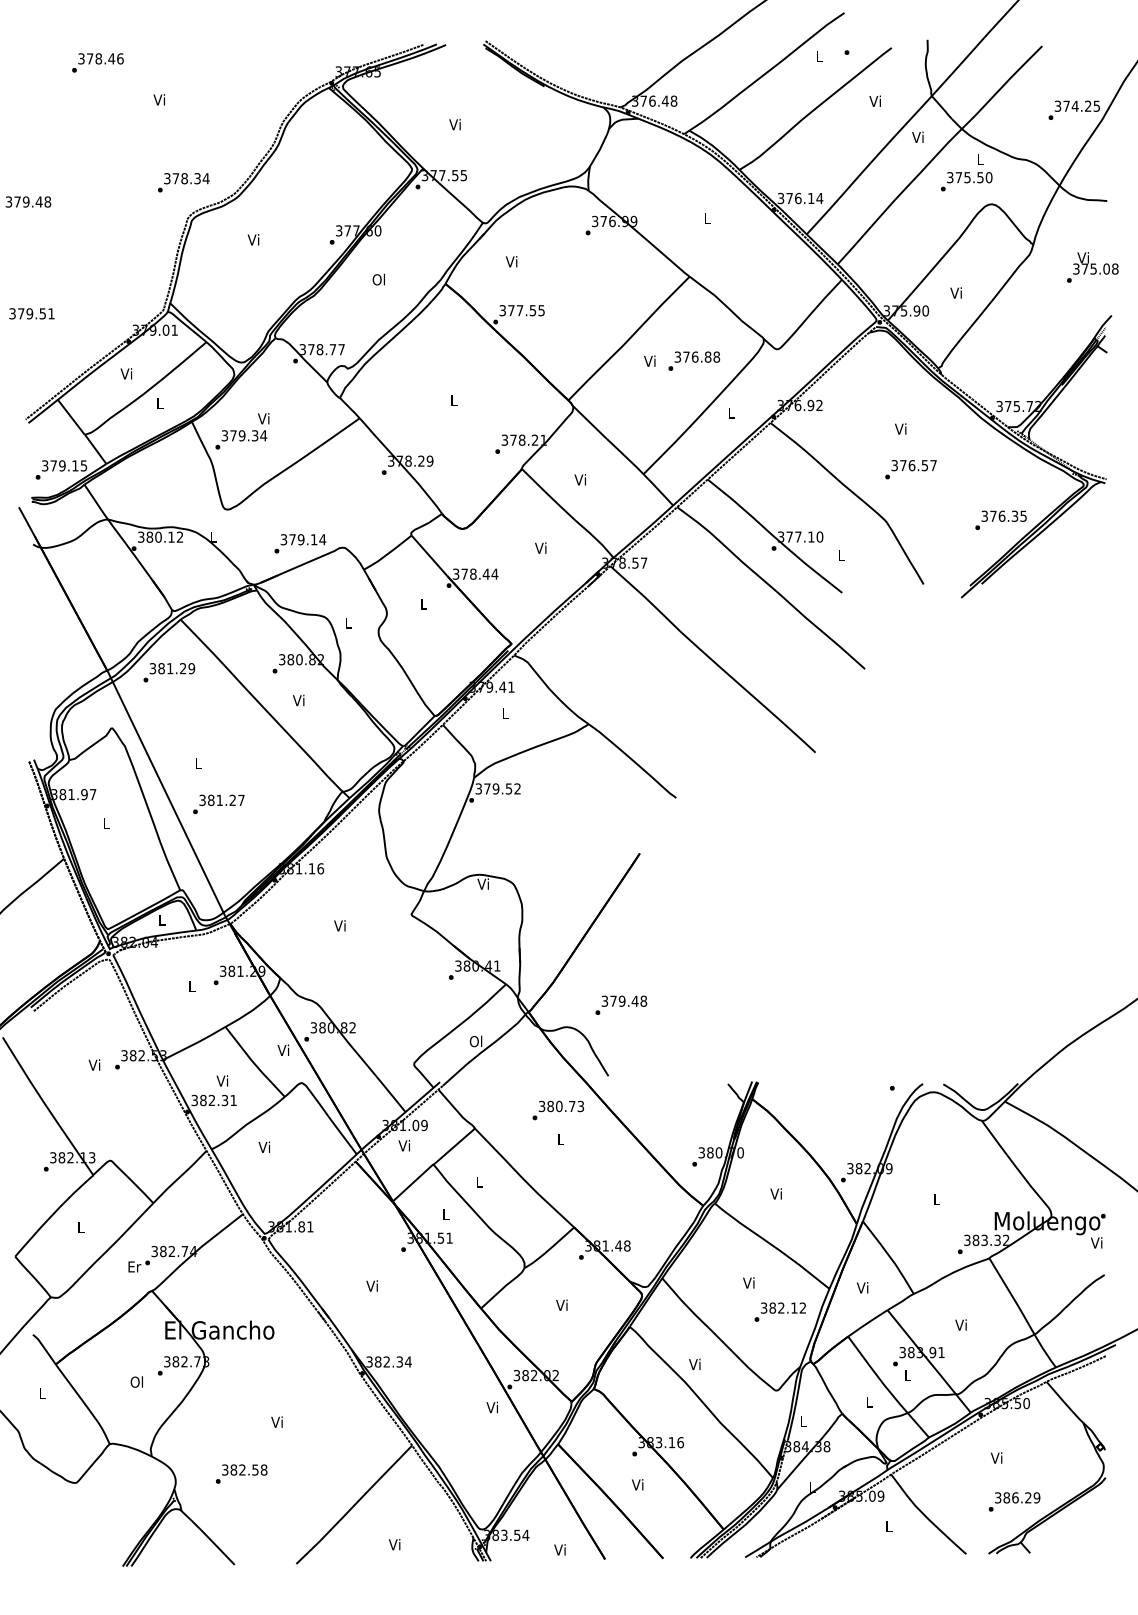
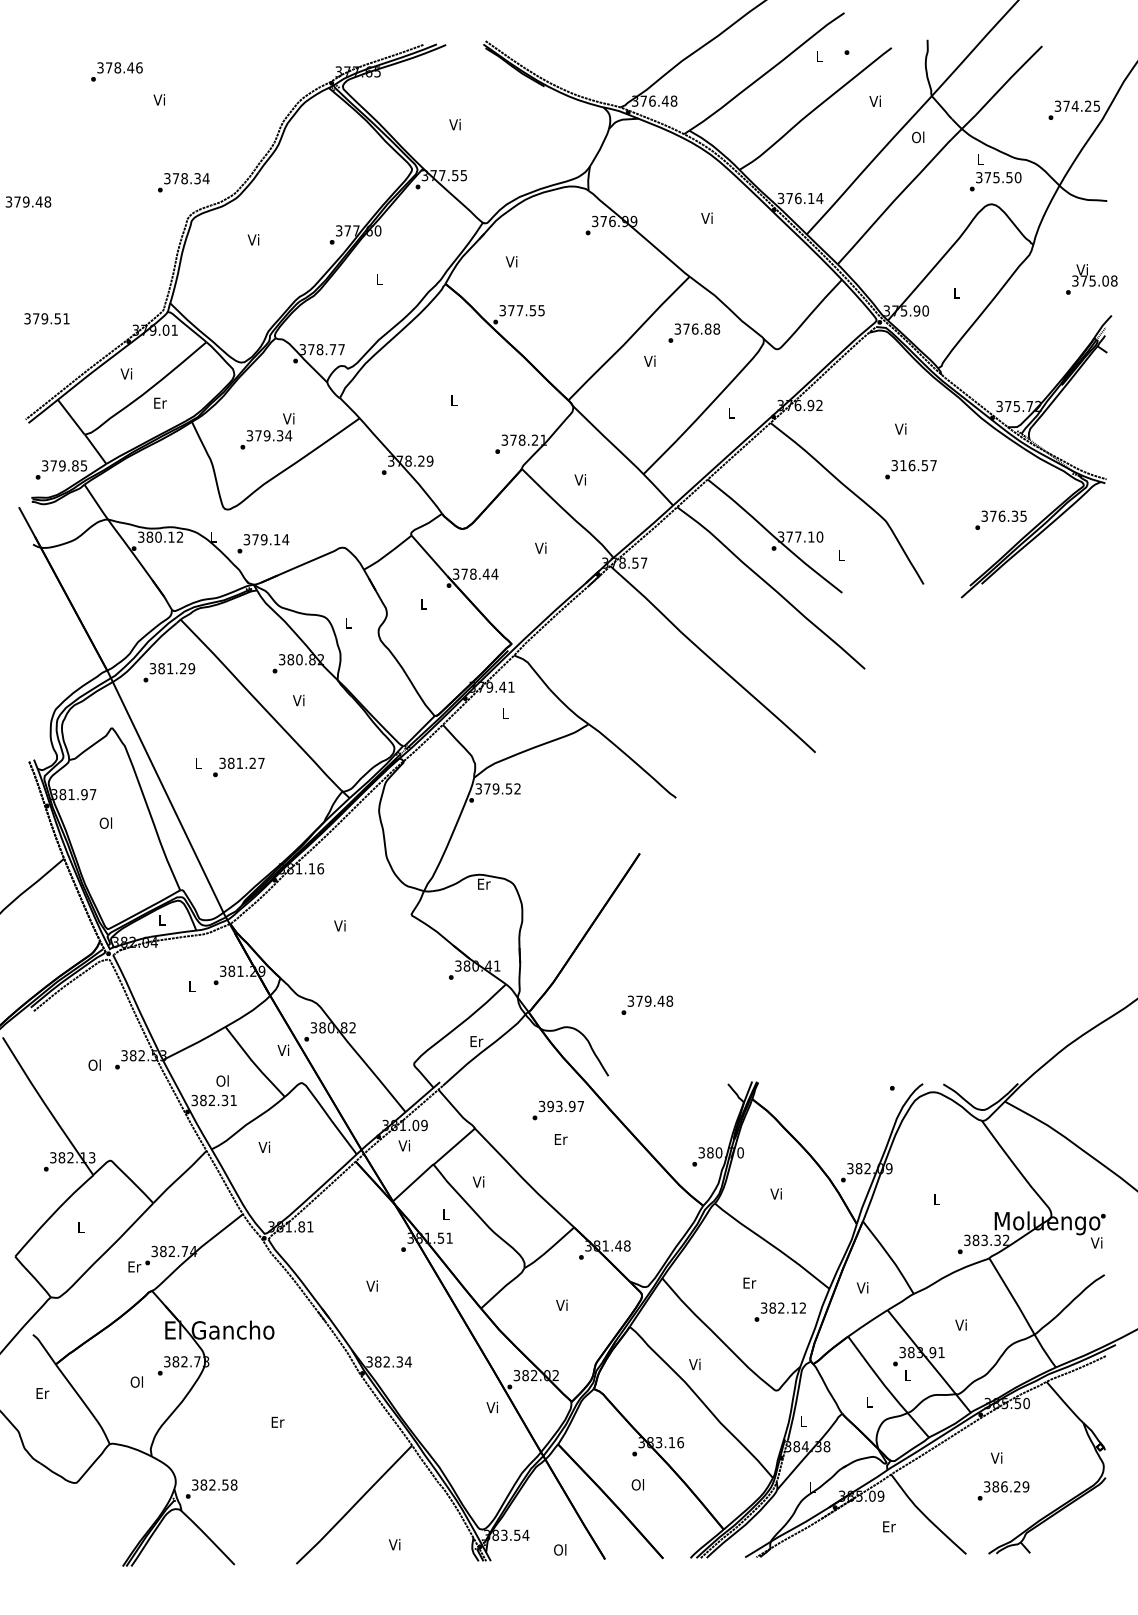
text at (97, 62) position: (97, 62) -> (116, 71)
text at (918, 137): Vi -> Ol
text at (966, 181) position: (966, 181) -> (995, 181)
text at (706, 217): L -> Vi
text at (1092, 267) position: (1092, 267) -> (1091, 279)
text at (378, 279): Ol -> L
text at (955, 292): Vi -> L
text at (31, 313) position: (31, 313) -> (46, 318)
text at (694, 360) position: (694, 360) -> (694, 332)
text at (160, 402): L -> Er
text at (242, 431) position: (242, 431) -> (267, 431)
text at (75, 465): 379.15 -> 379.85
text at (903, 465): 376.57 -> 316.57
text at (300, 543) position: (300, 543) -> (263, 543)
text at (218, 804) position: (218, 804) -> (238, 767)
text at (105, 822): L -> Ol
text at (483, 883): Vi -> Er
text at (621, 1004) position: (621, 1004) -> (647, 1004)
text at (476, 1041): Ol -> Er
text at (94, 1064): Vi -> Ol
text at (222, 1080): Vi -> Ol
text at (565, 1106): 380.73 -> 393.97
text at (560, 1139): L -> Er
text at (478, 1181): L -> Vi
text at (749, 1282): Vi -> Er
text at (42, 1393): L -> Er
text at (277, 1421): Vi -> Er
text at (241, 1473) position: (241, 1473) -> (211, 1488)
text at (637, 1484): Vi -> Ol
text at (1014, 1501) position: (1014, 1501) -> (1003, 1490)
text at (889, 1526): L -> Er
text at (560, 1549): Vi -> Ol
